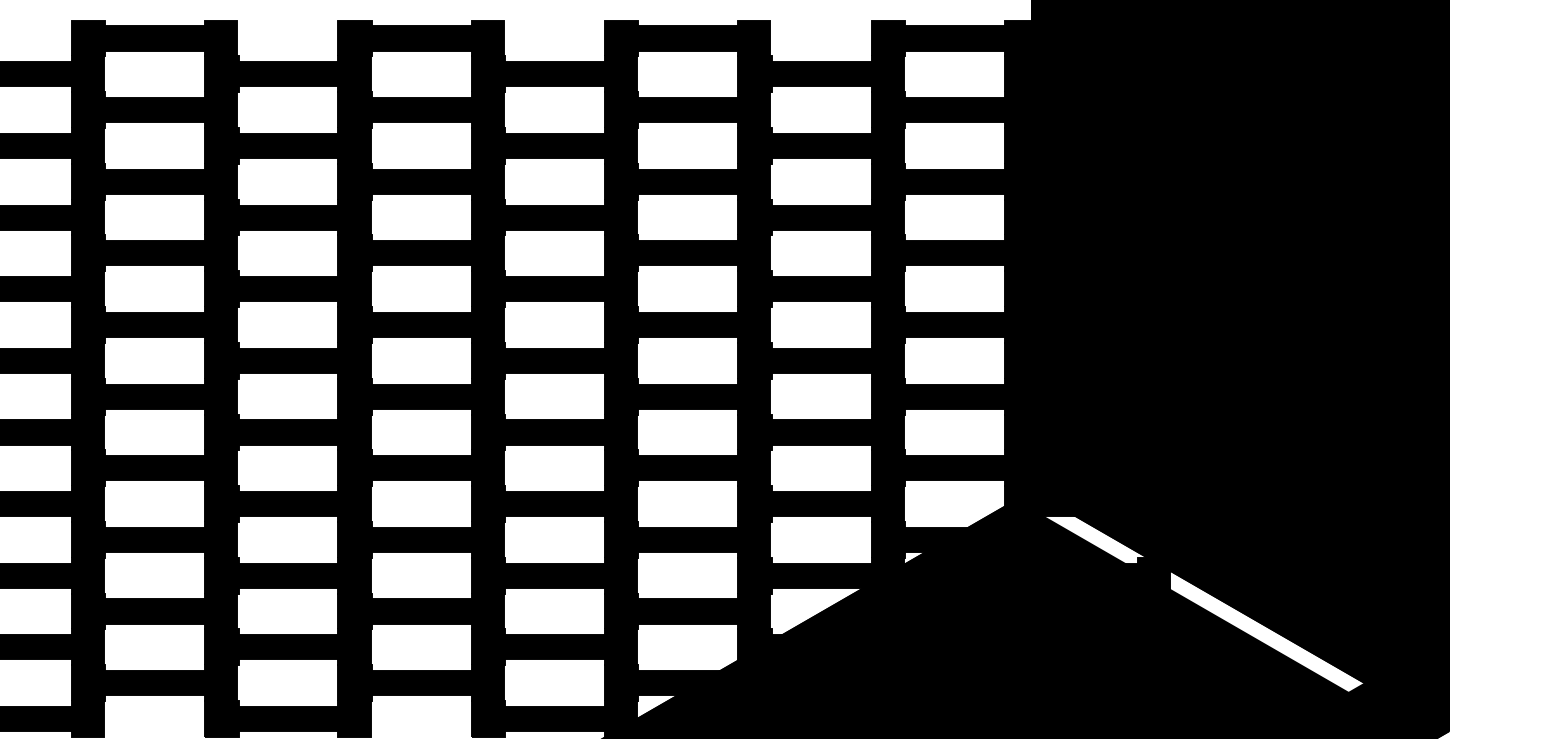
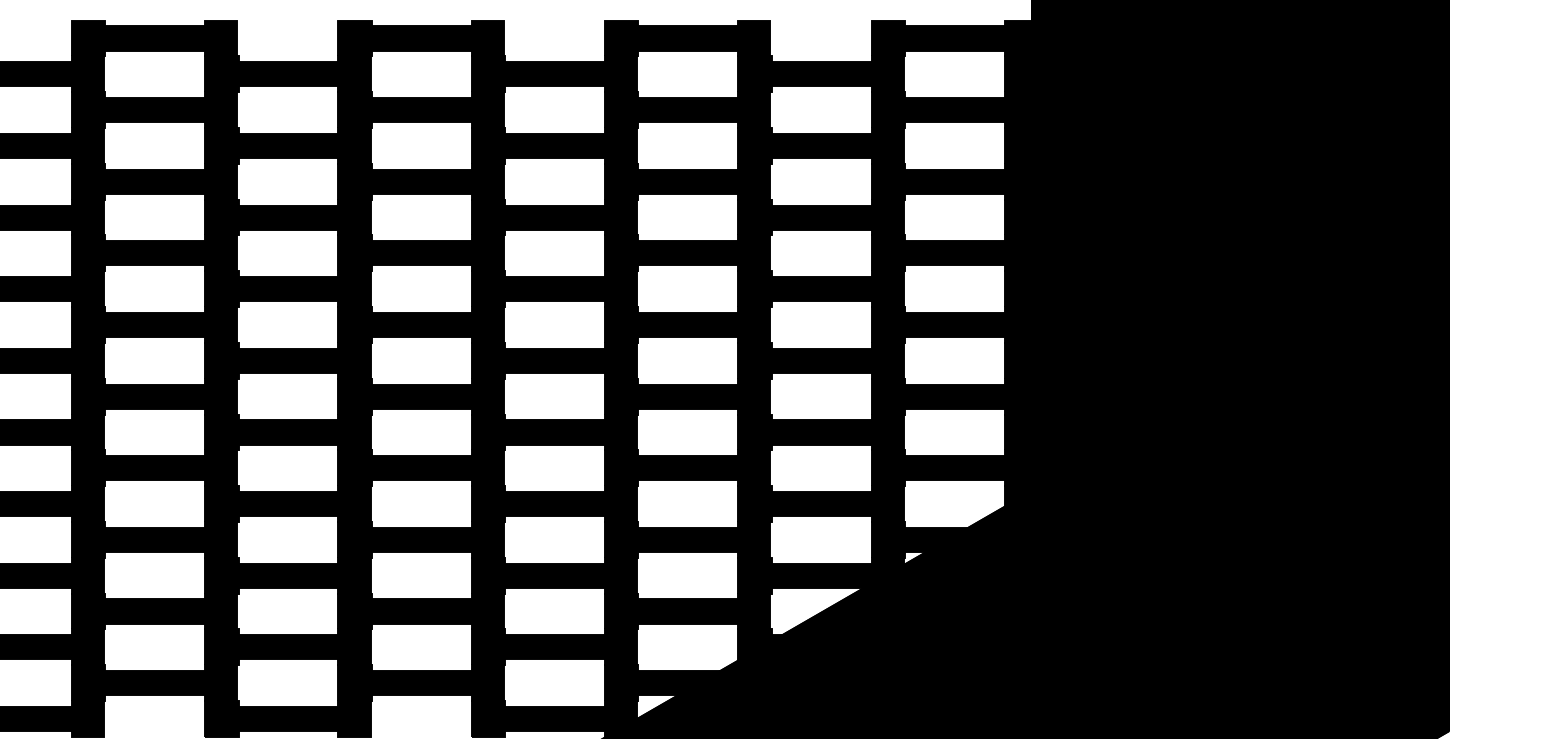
fill at (1227, 613): none -> present
